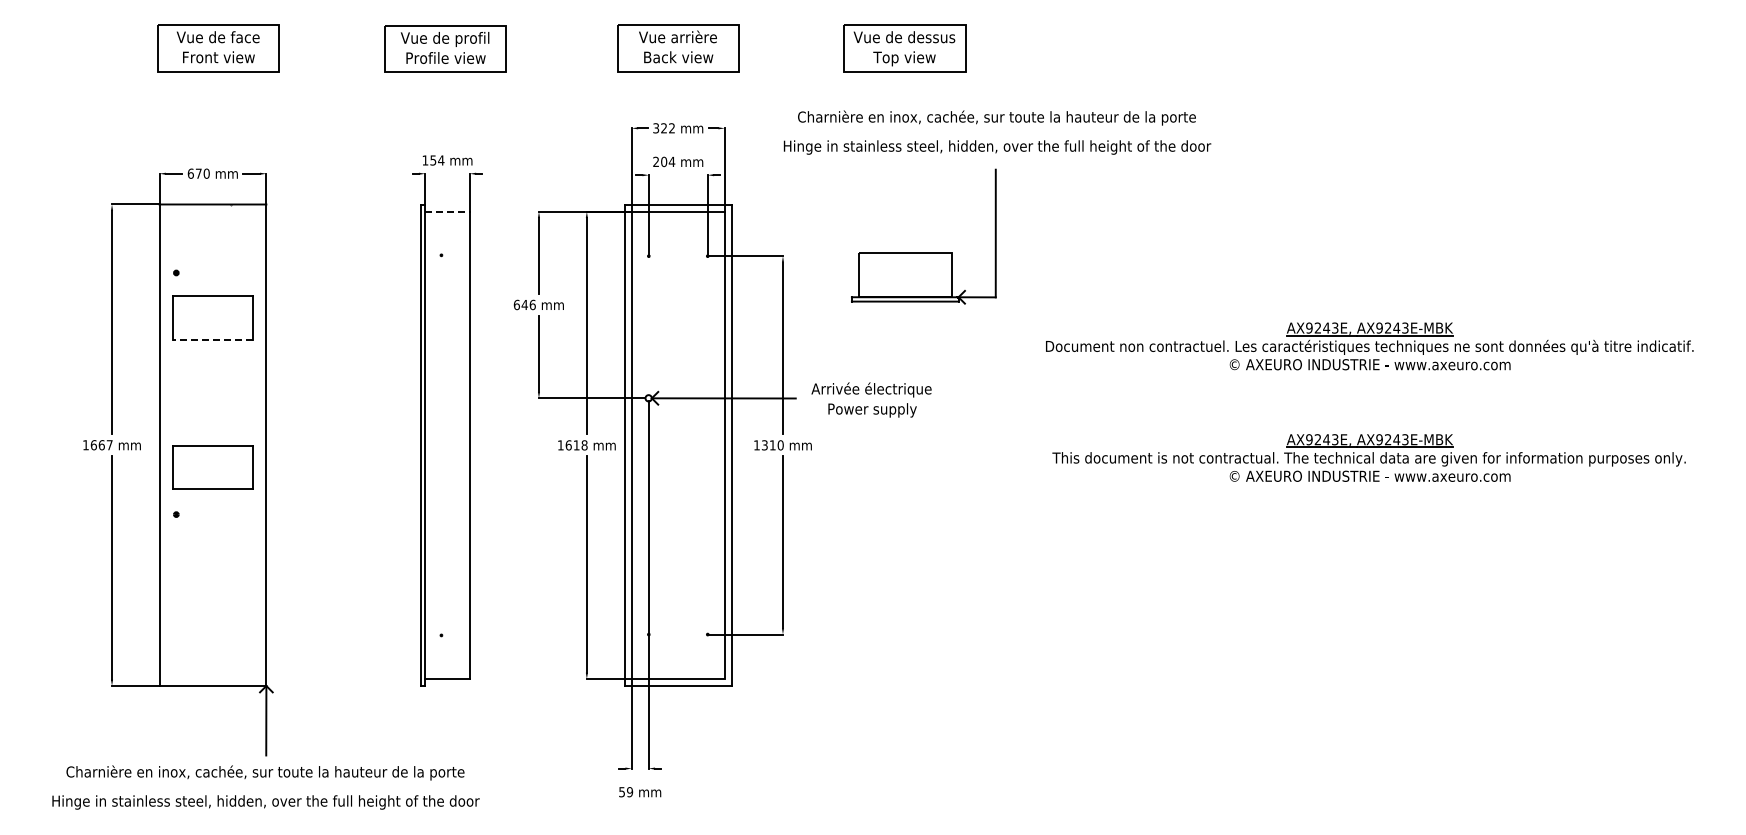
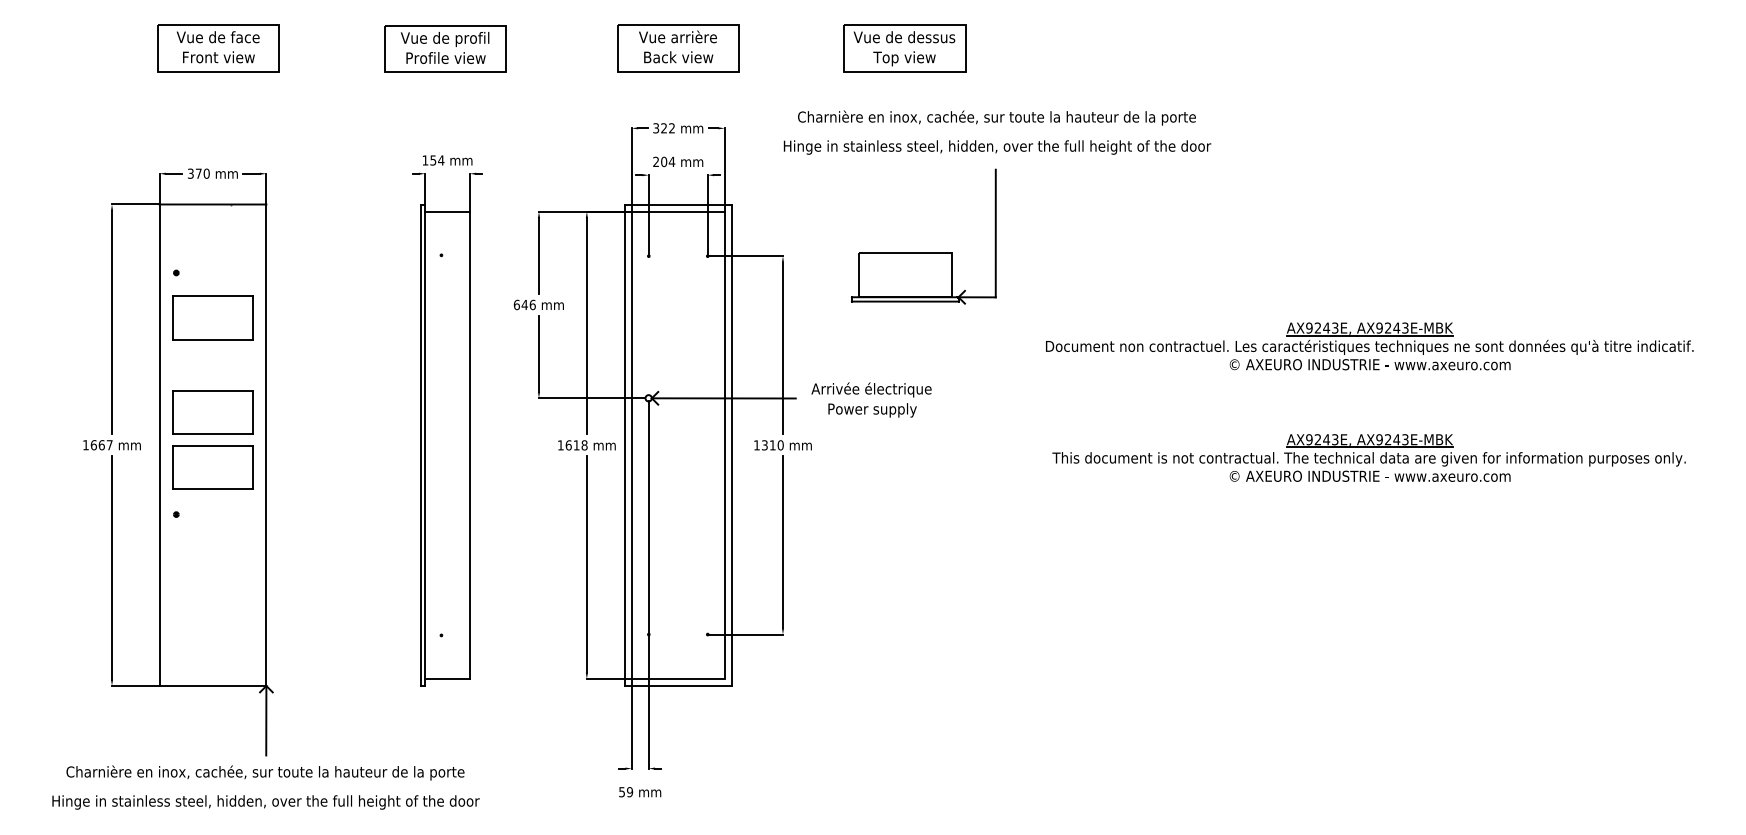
text at (190, 173): 670 -> 370
line at (448, 211): dashed -> solid
line at (212, 339): dashed -> solid
part at (212, 412): none -> present
